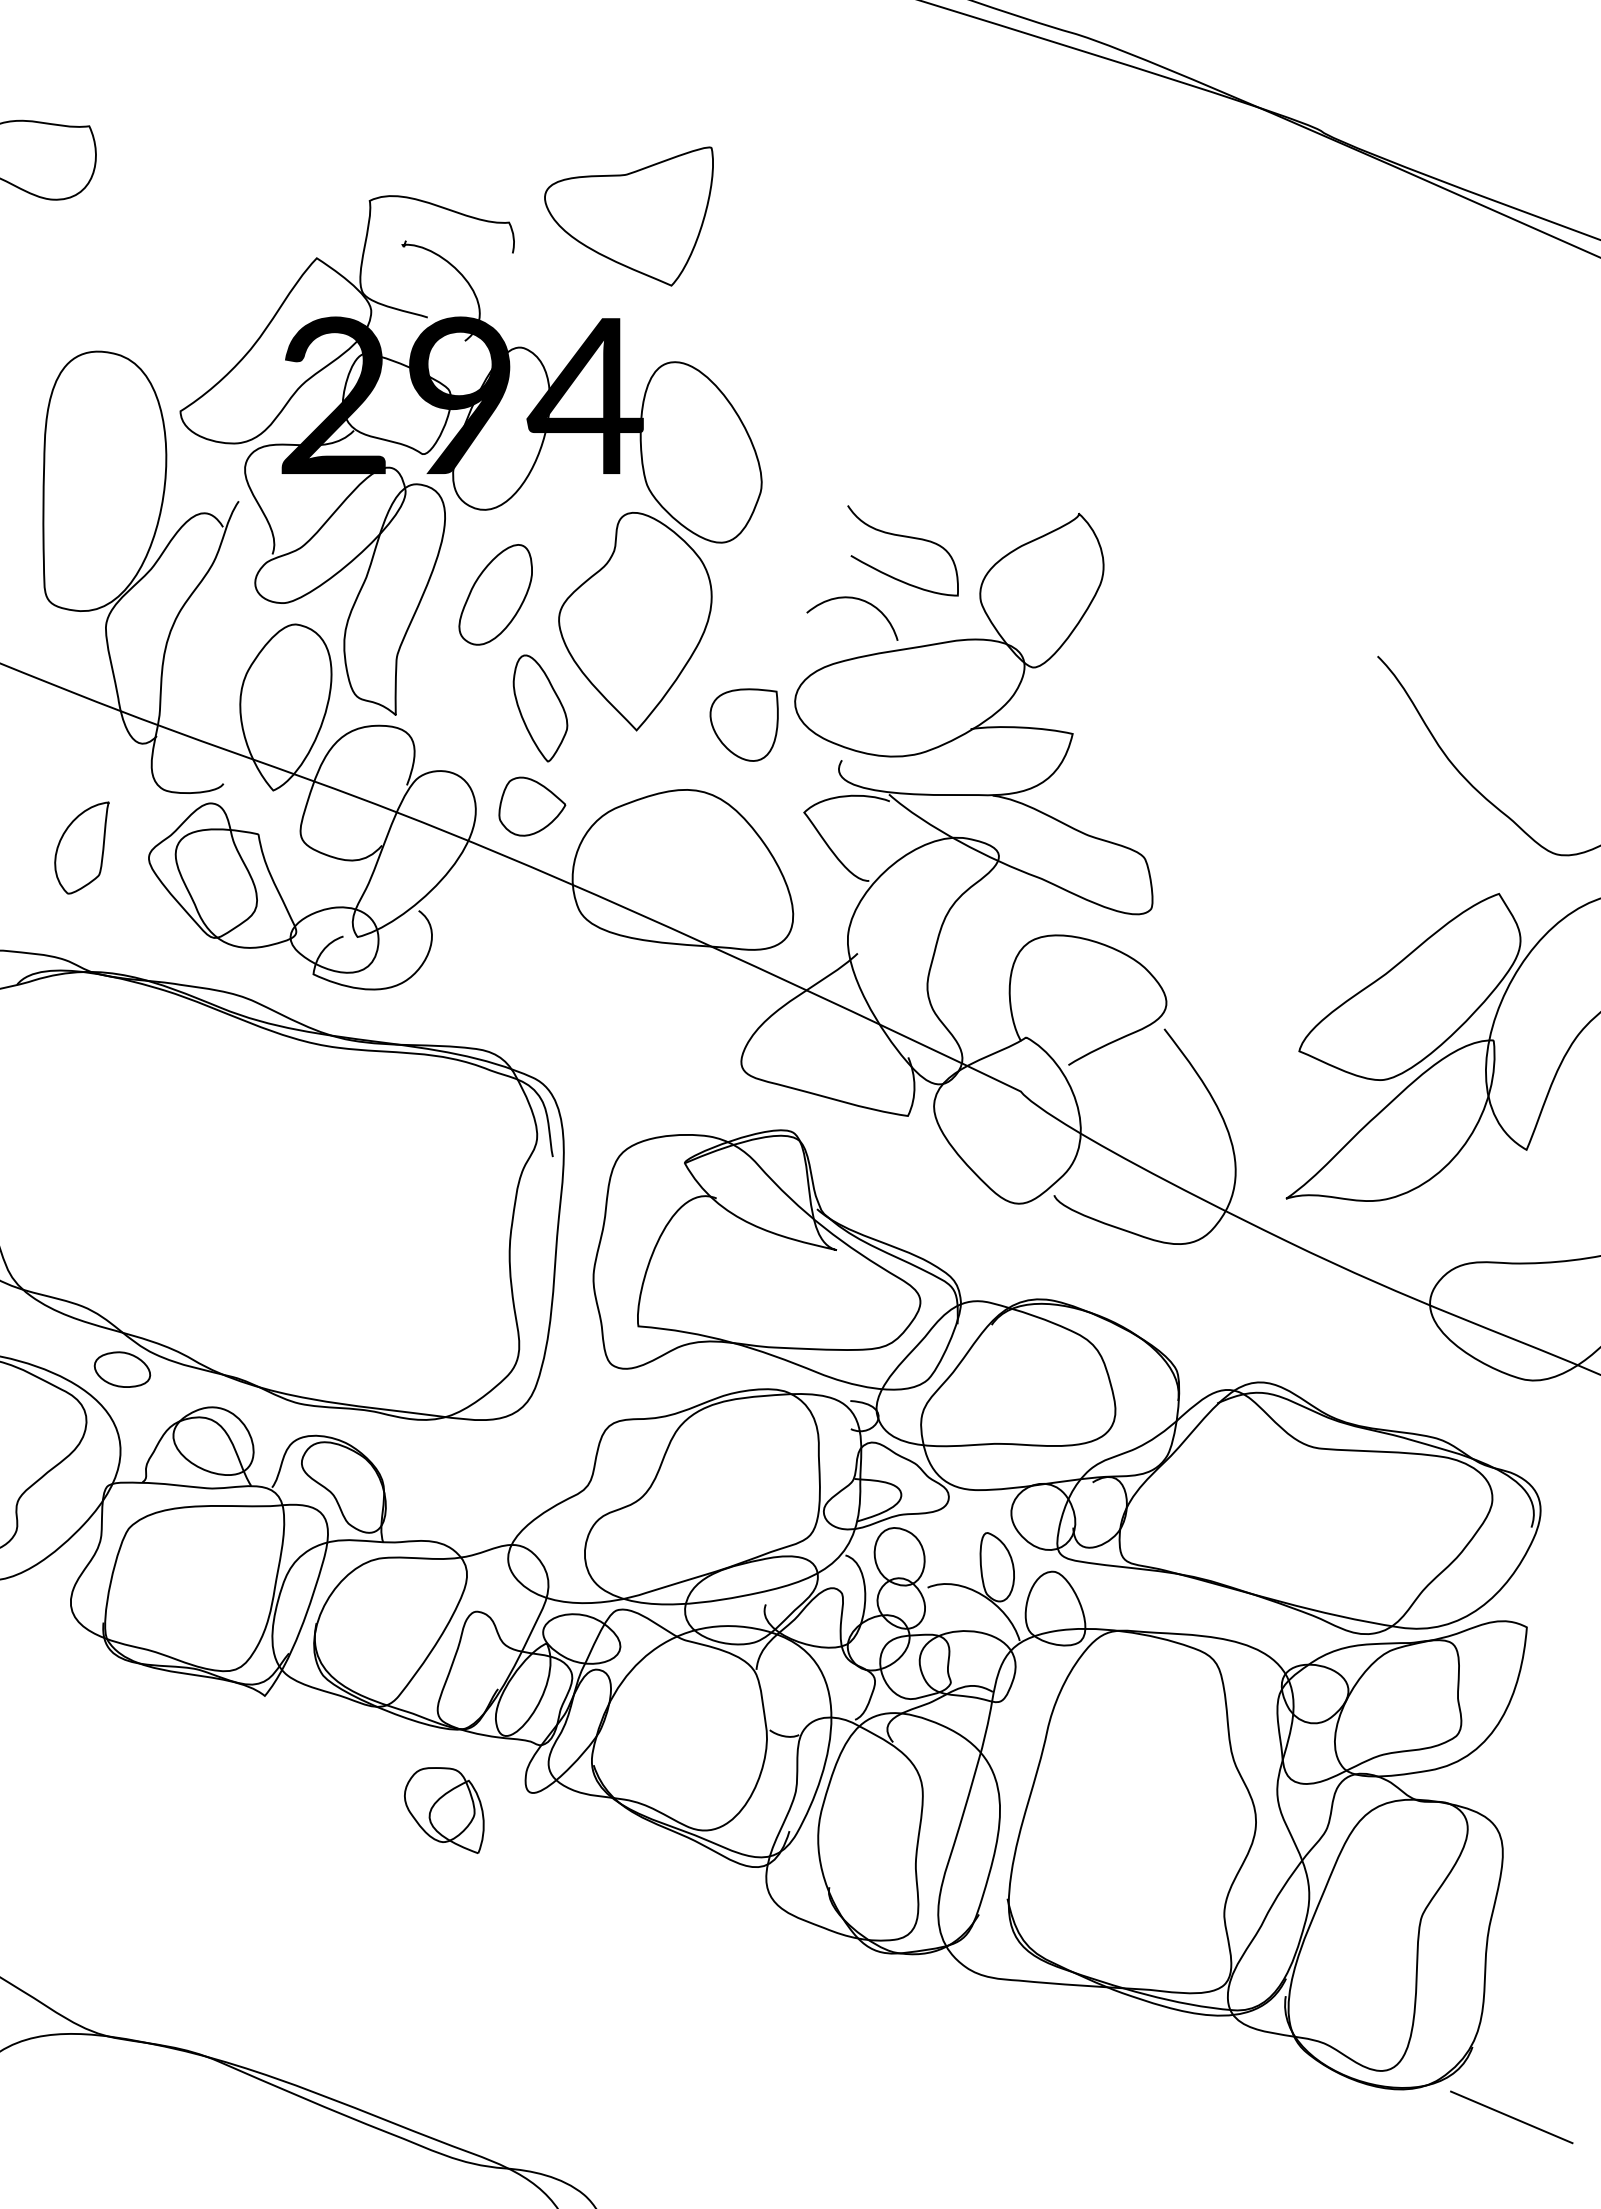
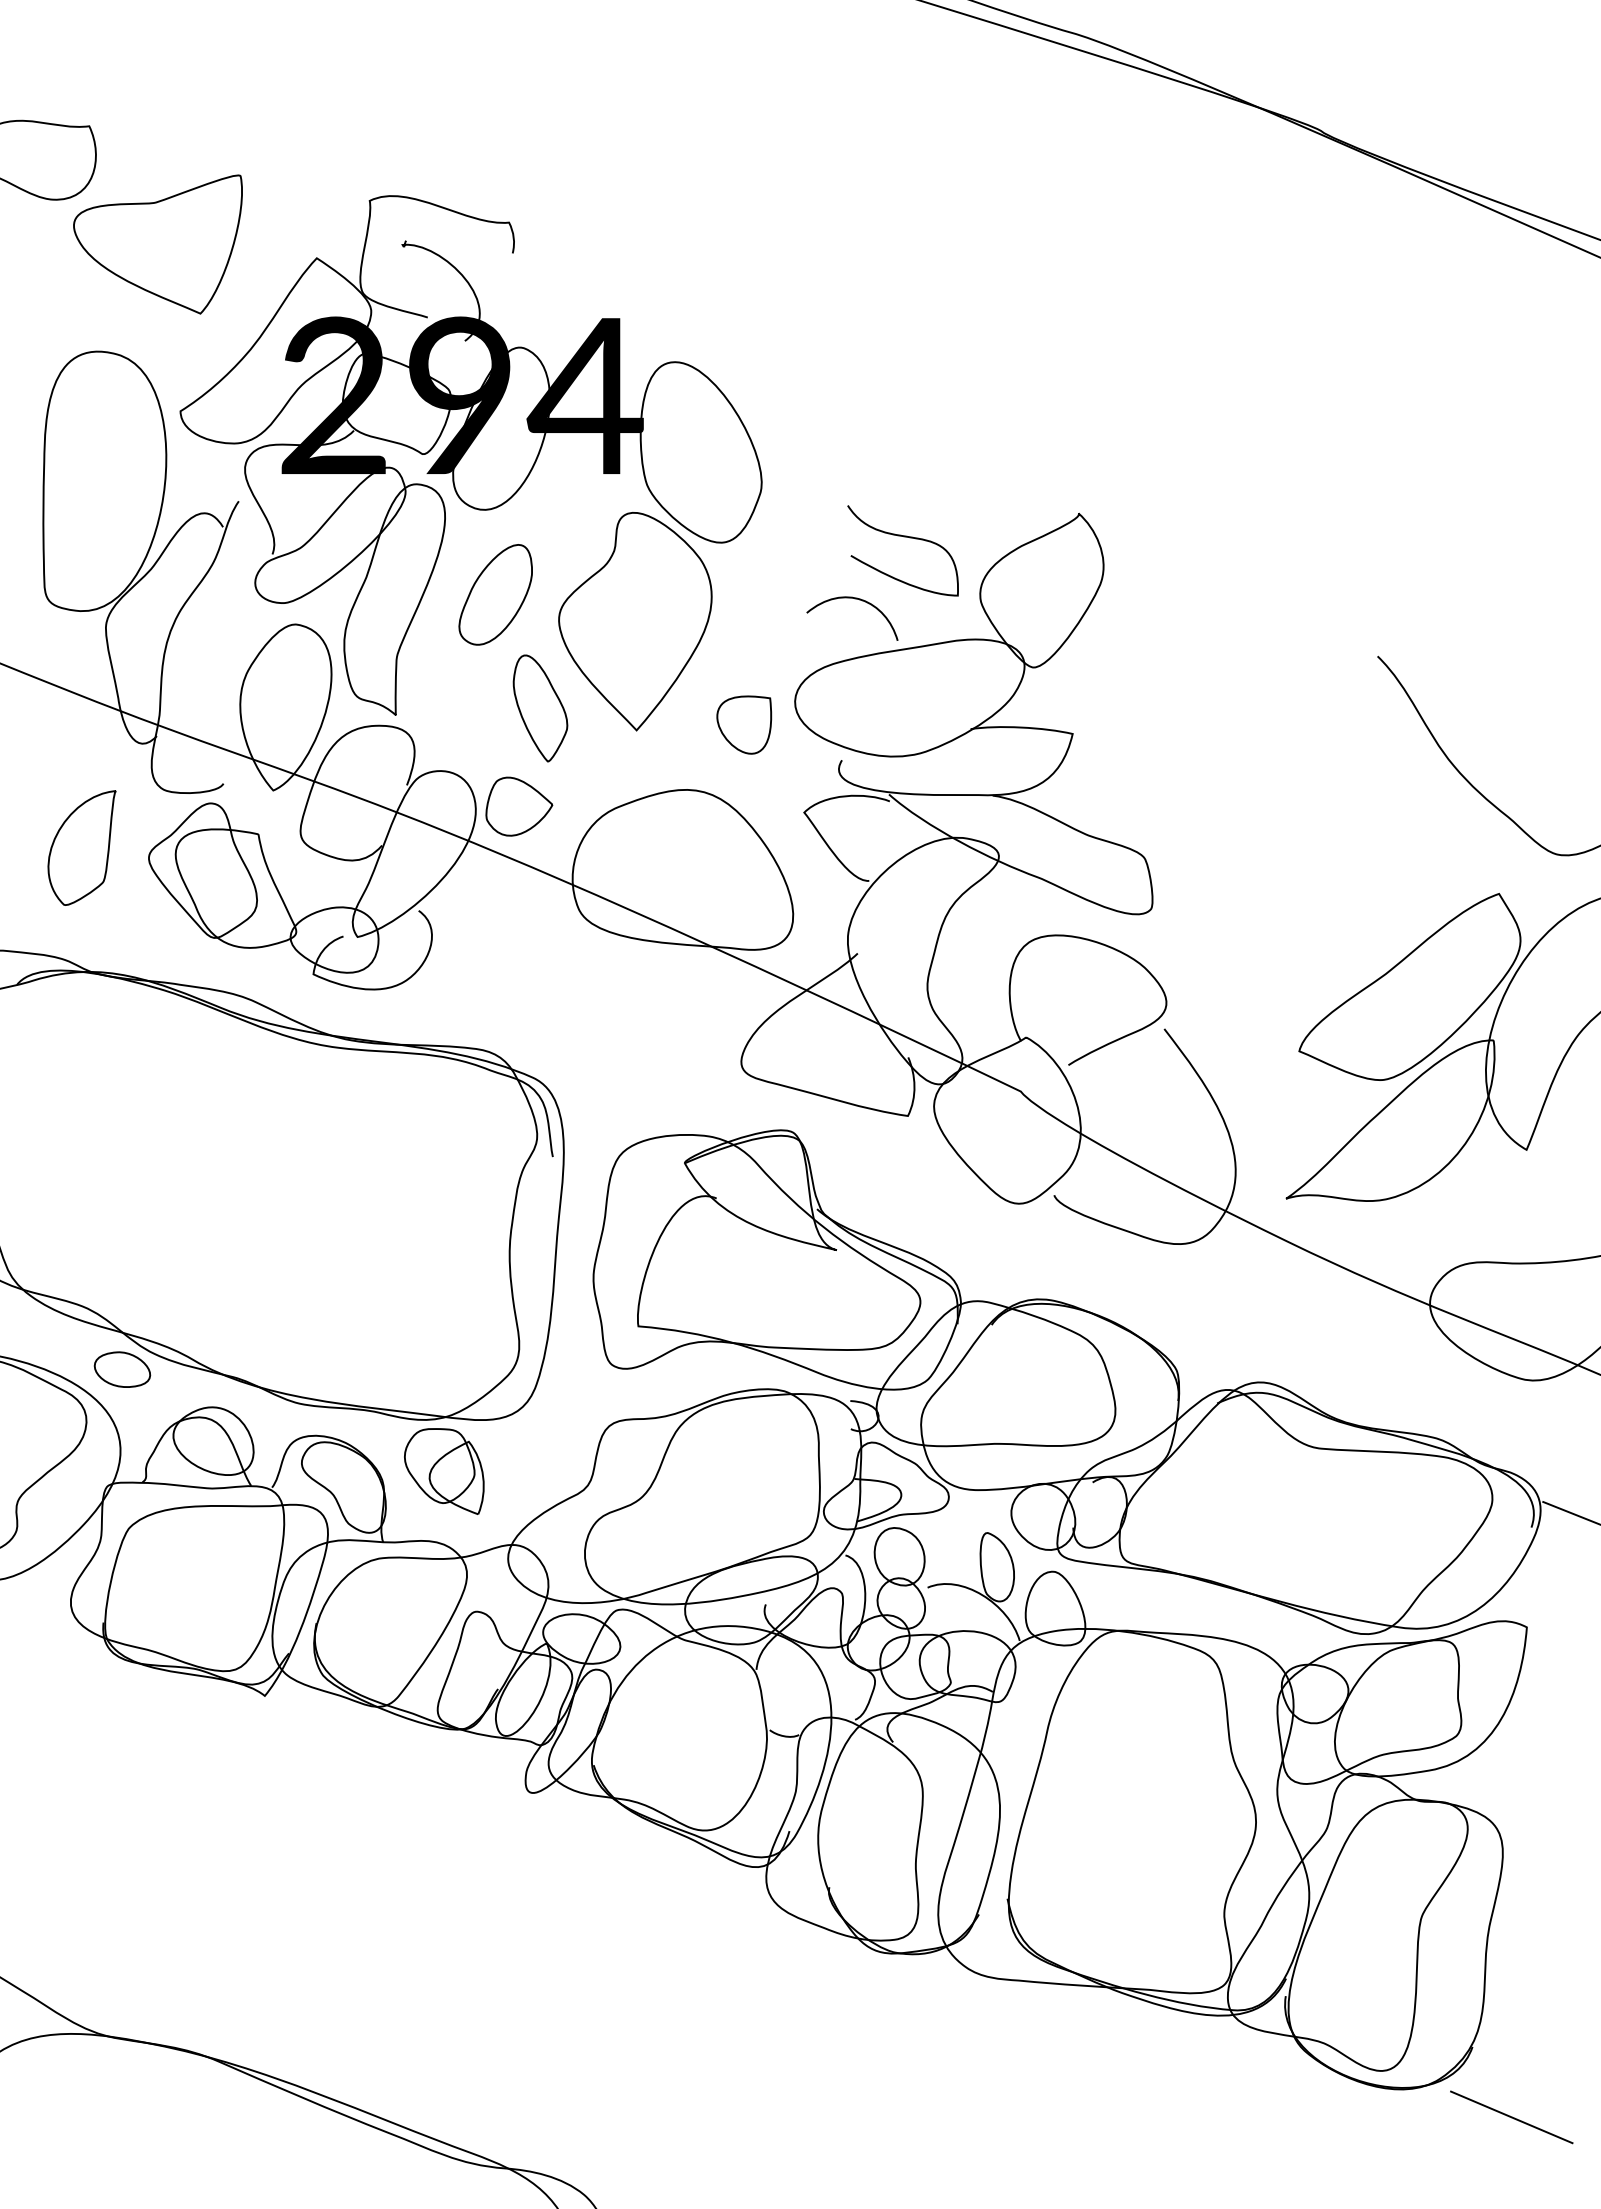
part at (628, 216) position: (628, 216) -> (157, 244)
part at (743, 724) size: 70x74 px -> 57x60 px
part at (532, 806) position: (532, 806) -> (519, 806)
part at (81, 847) size: 56x94 px -> 70x116 px
line at (1569, 1512): none -> present
part at (444, 1810) position: (444, 1810) -> (444, 1471)
